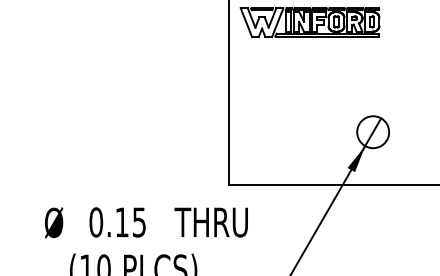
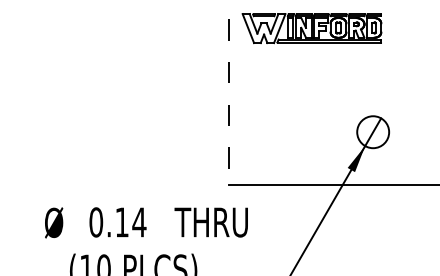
part at (309, 22) position: (309, 22) -> (311, 28)
line at (229, 93): solid -> dashed
text at (139, 222): 0.15 -> 0.14
